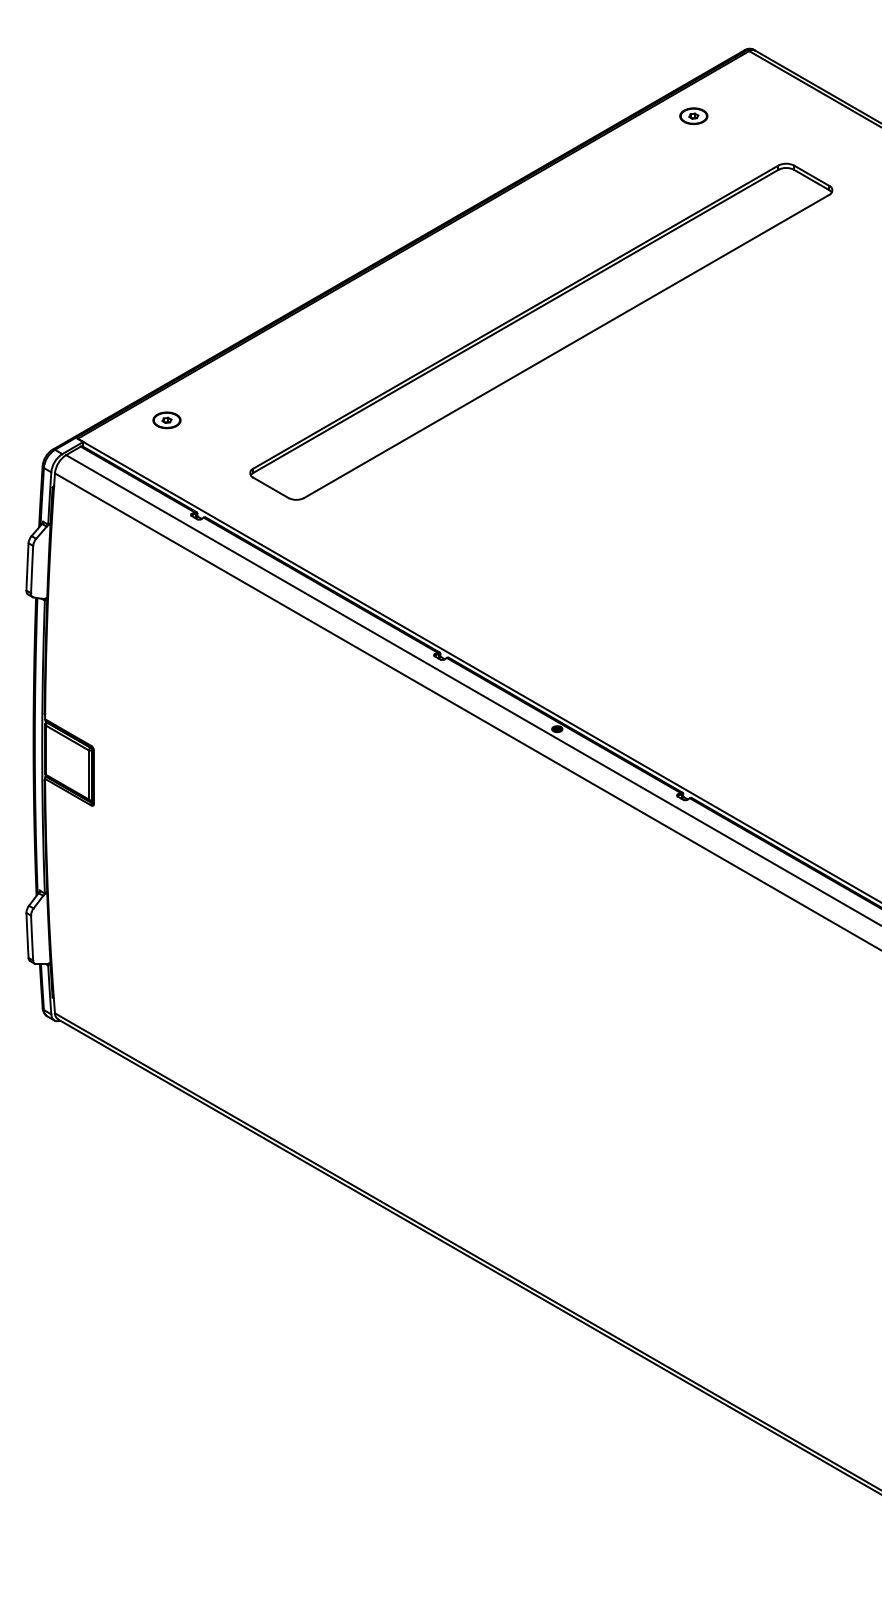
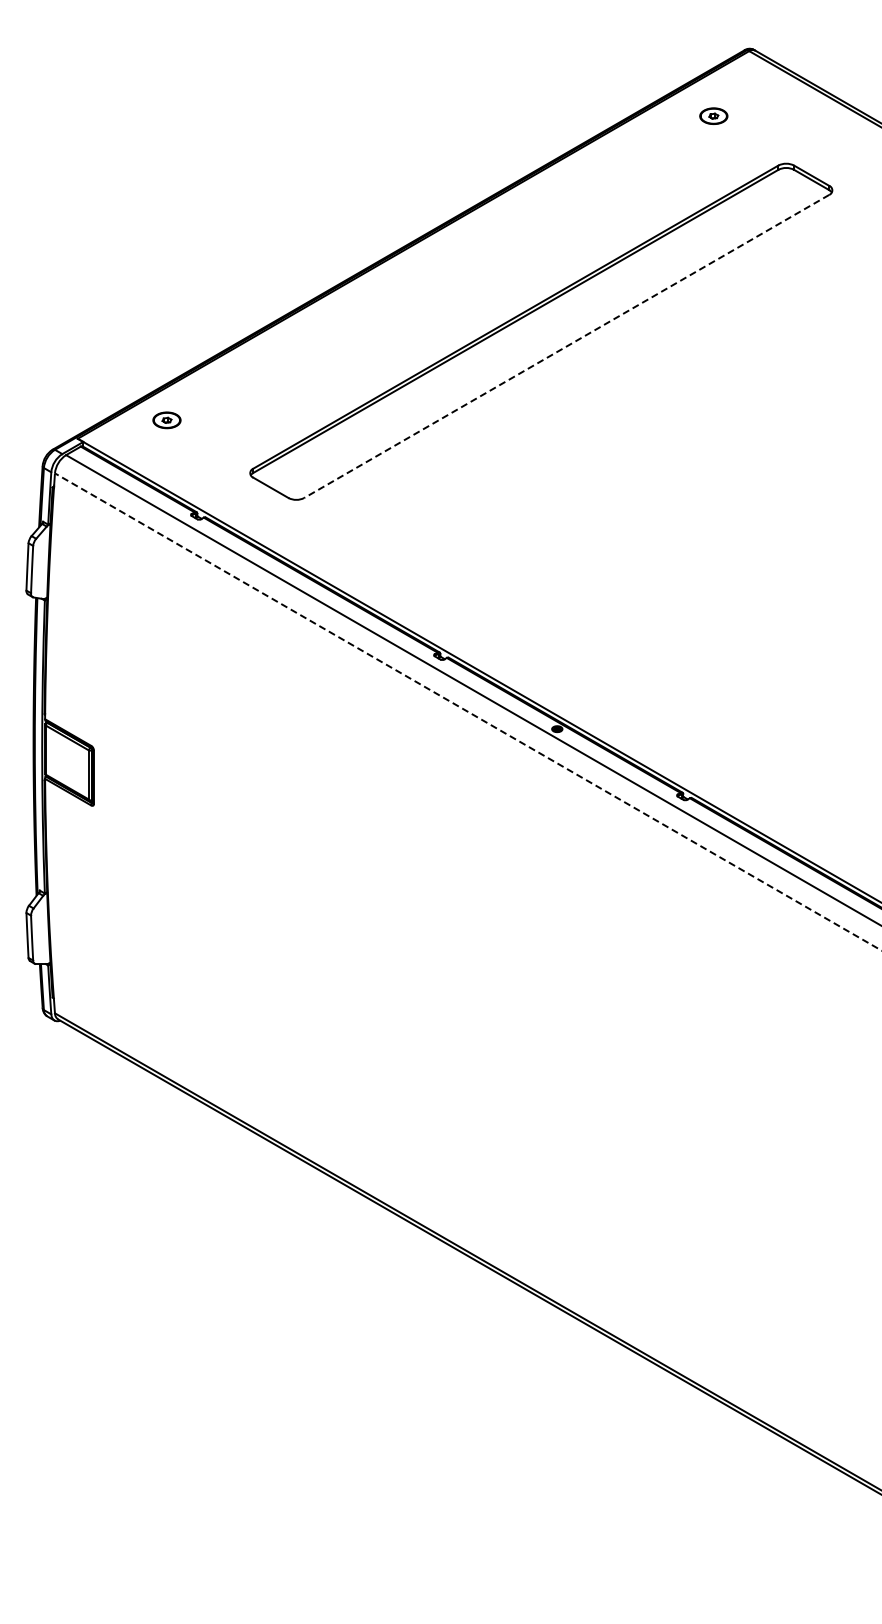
part at (693, 115) position: (693, 115) -> (713, 115)
line at (566, 346): solid -> dashed
line at (467, 711): solid -> dashed
